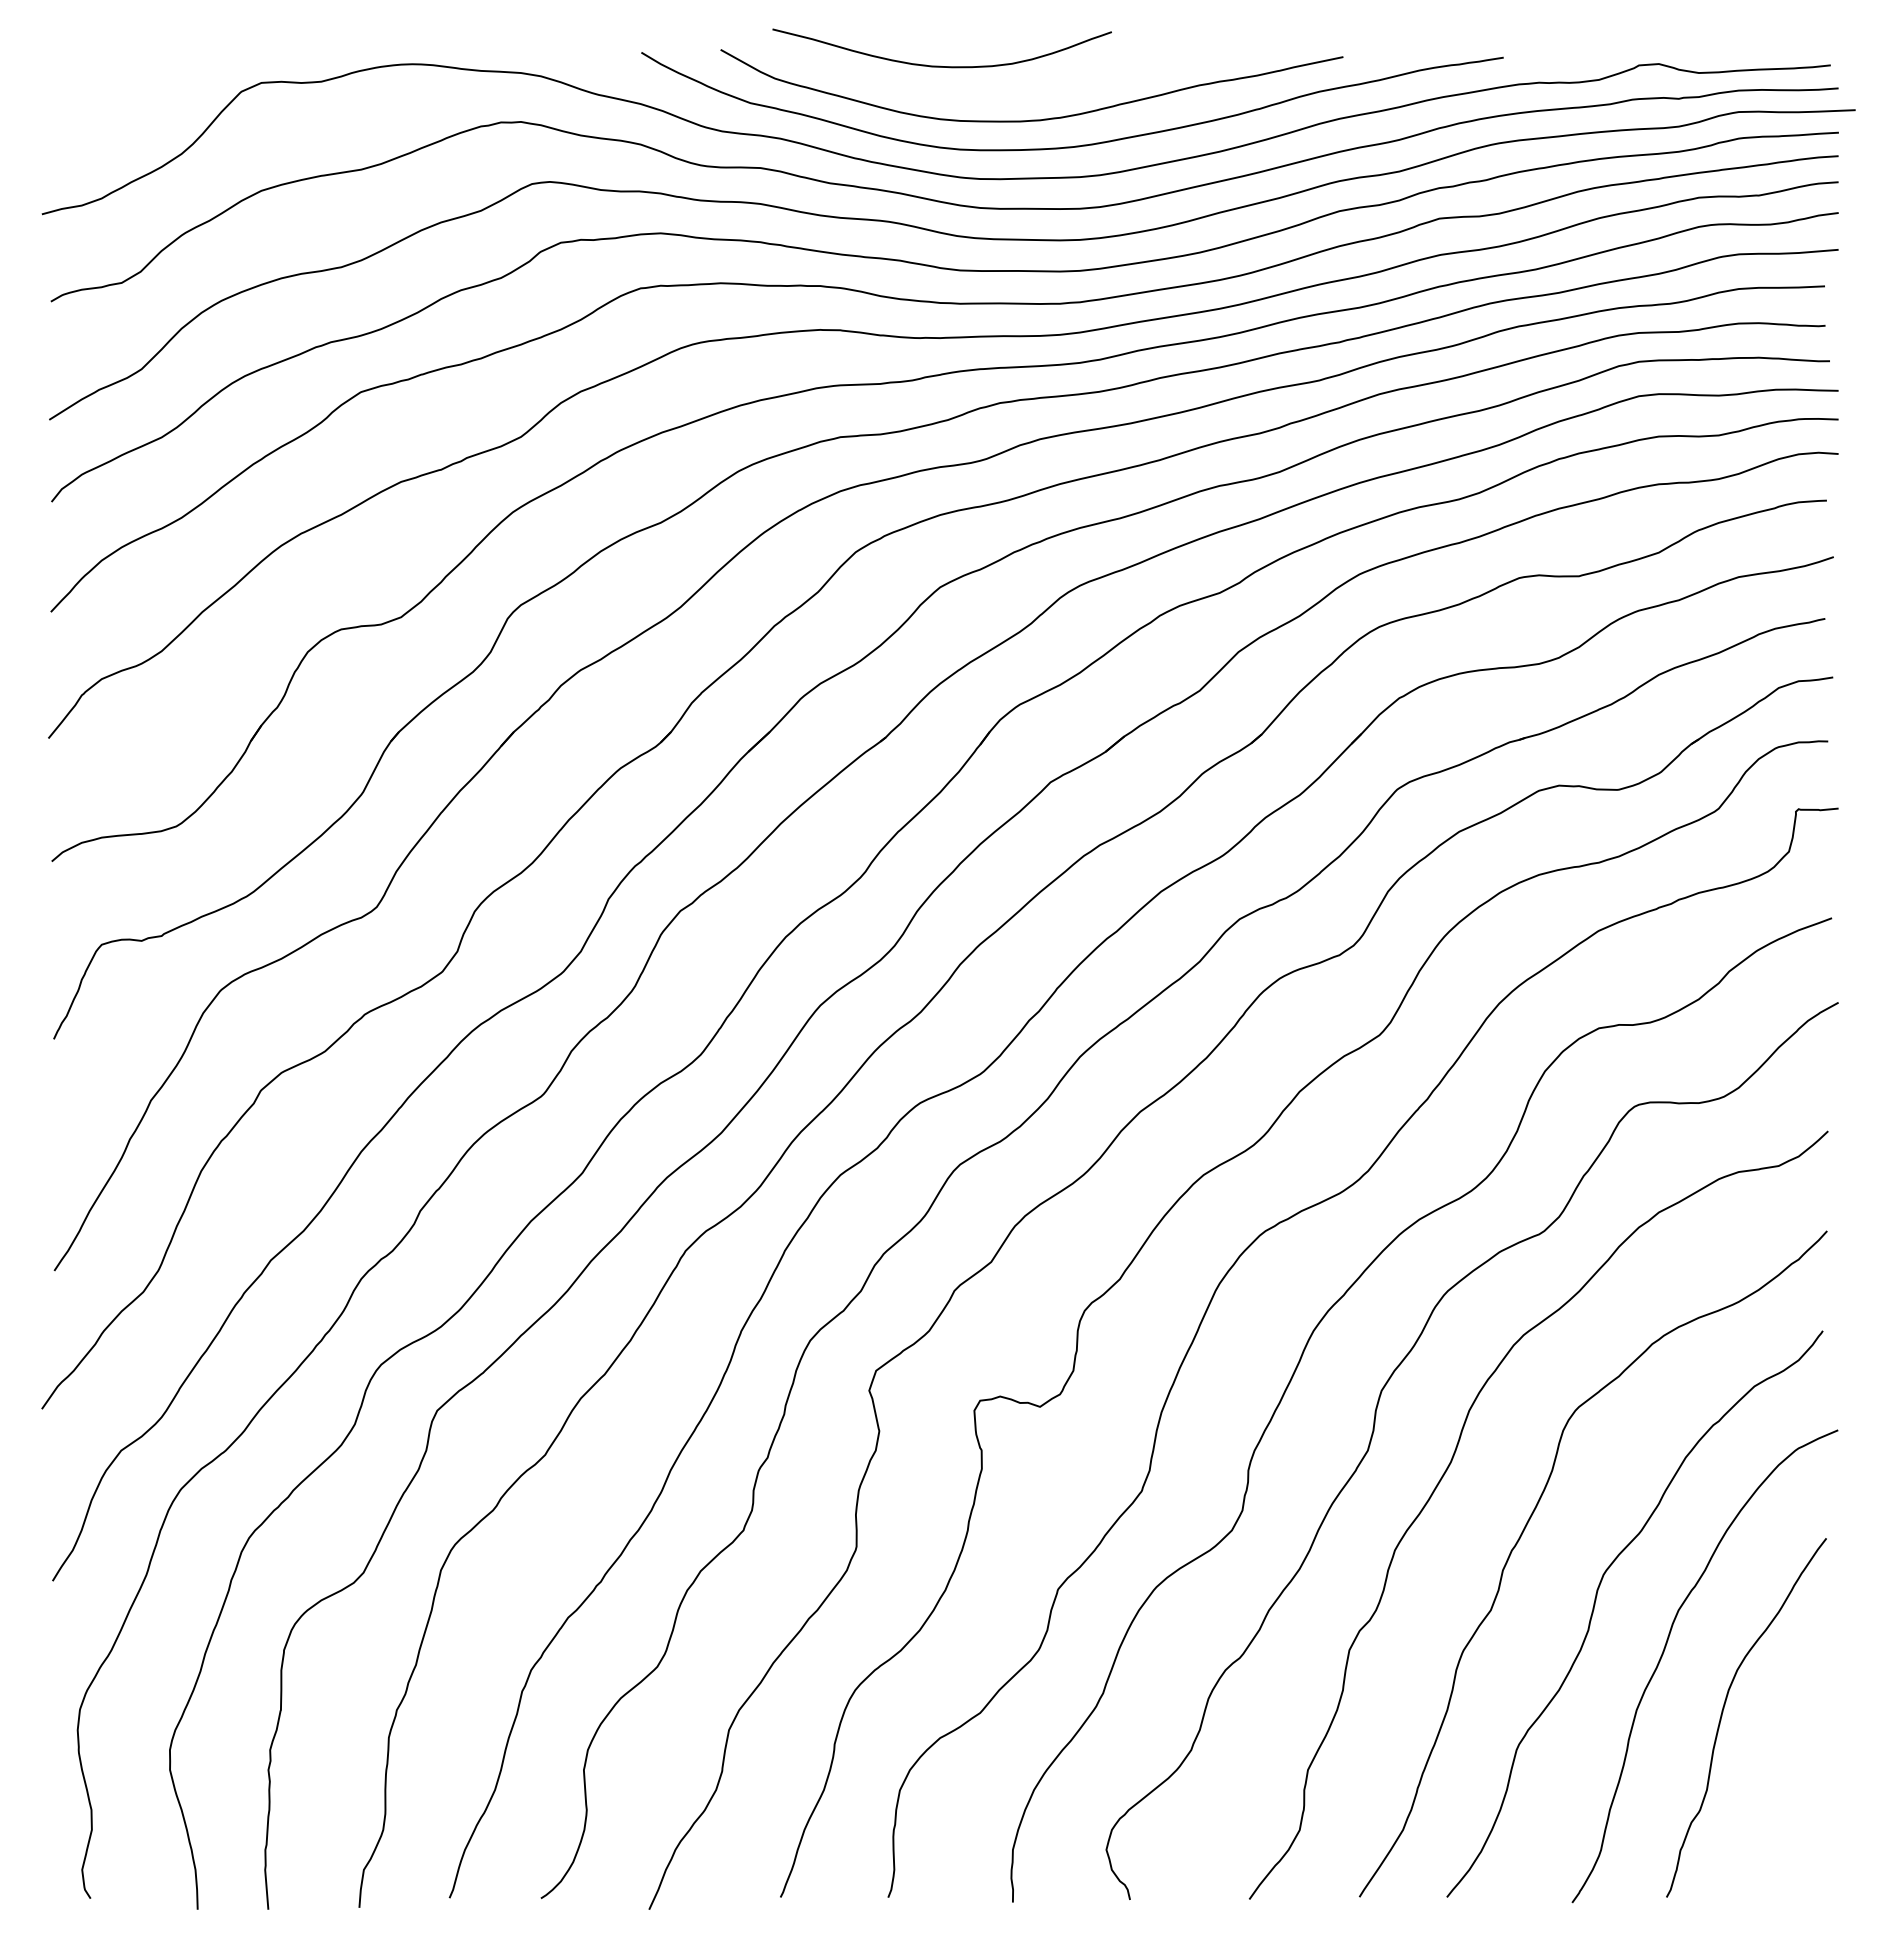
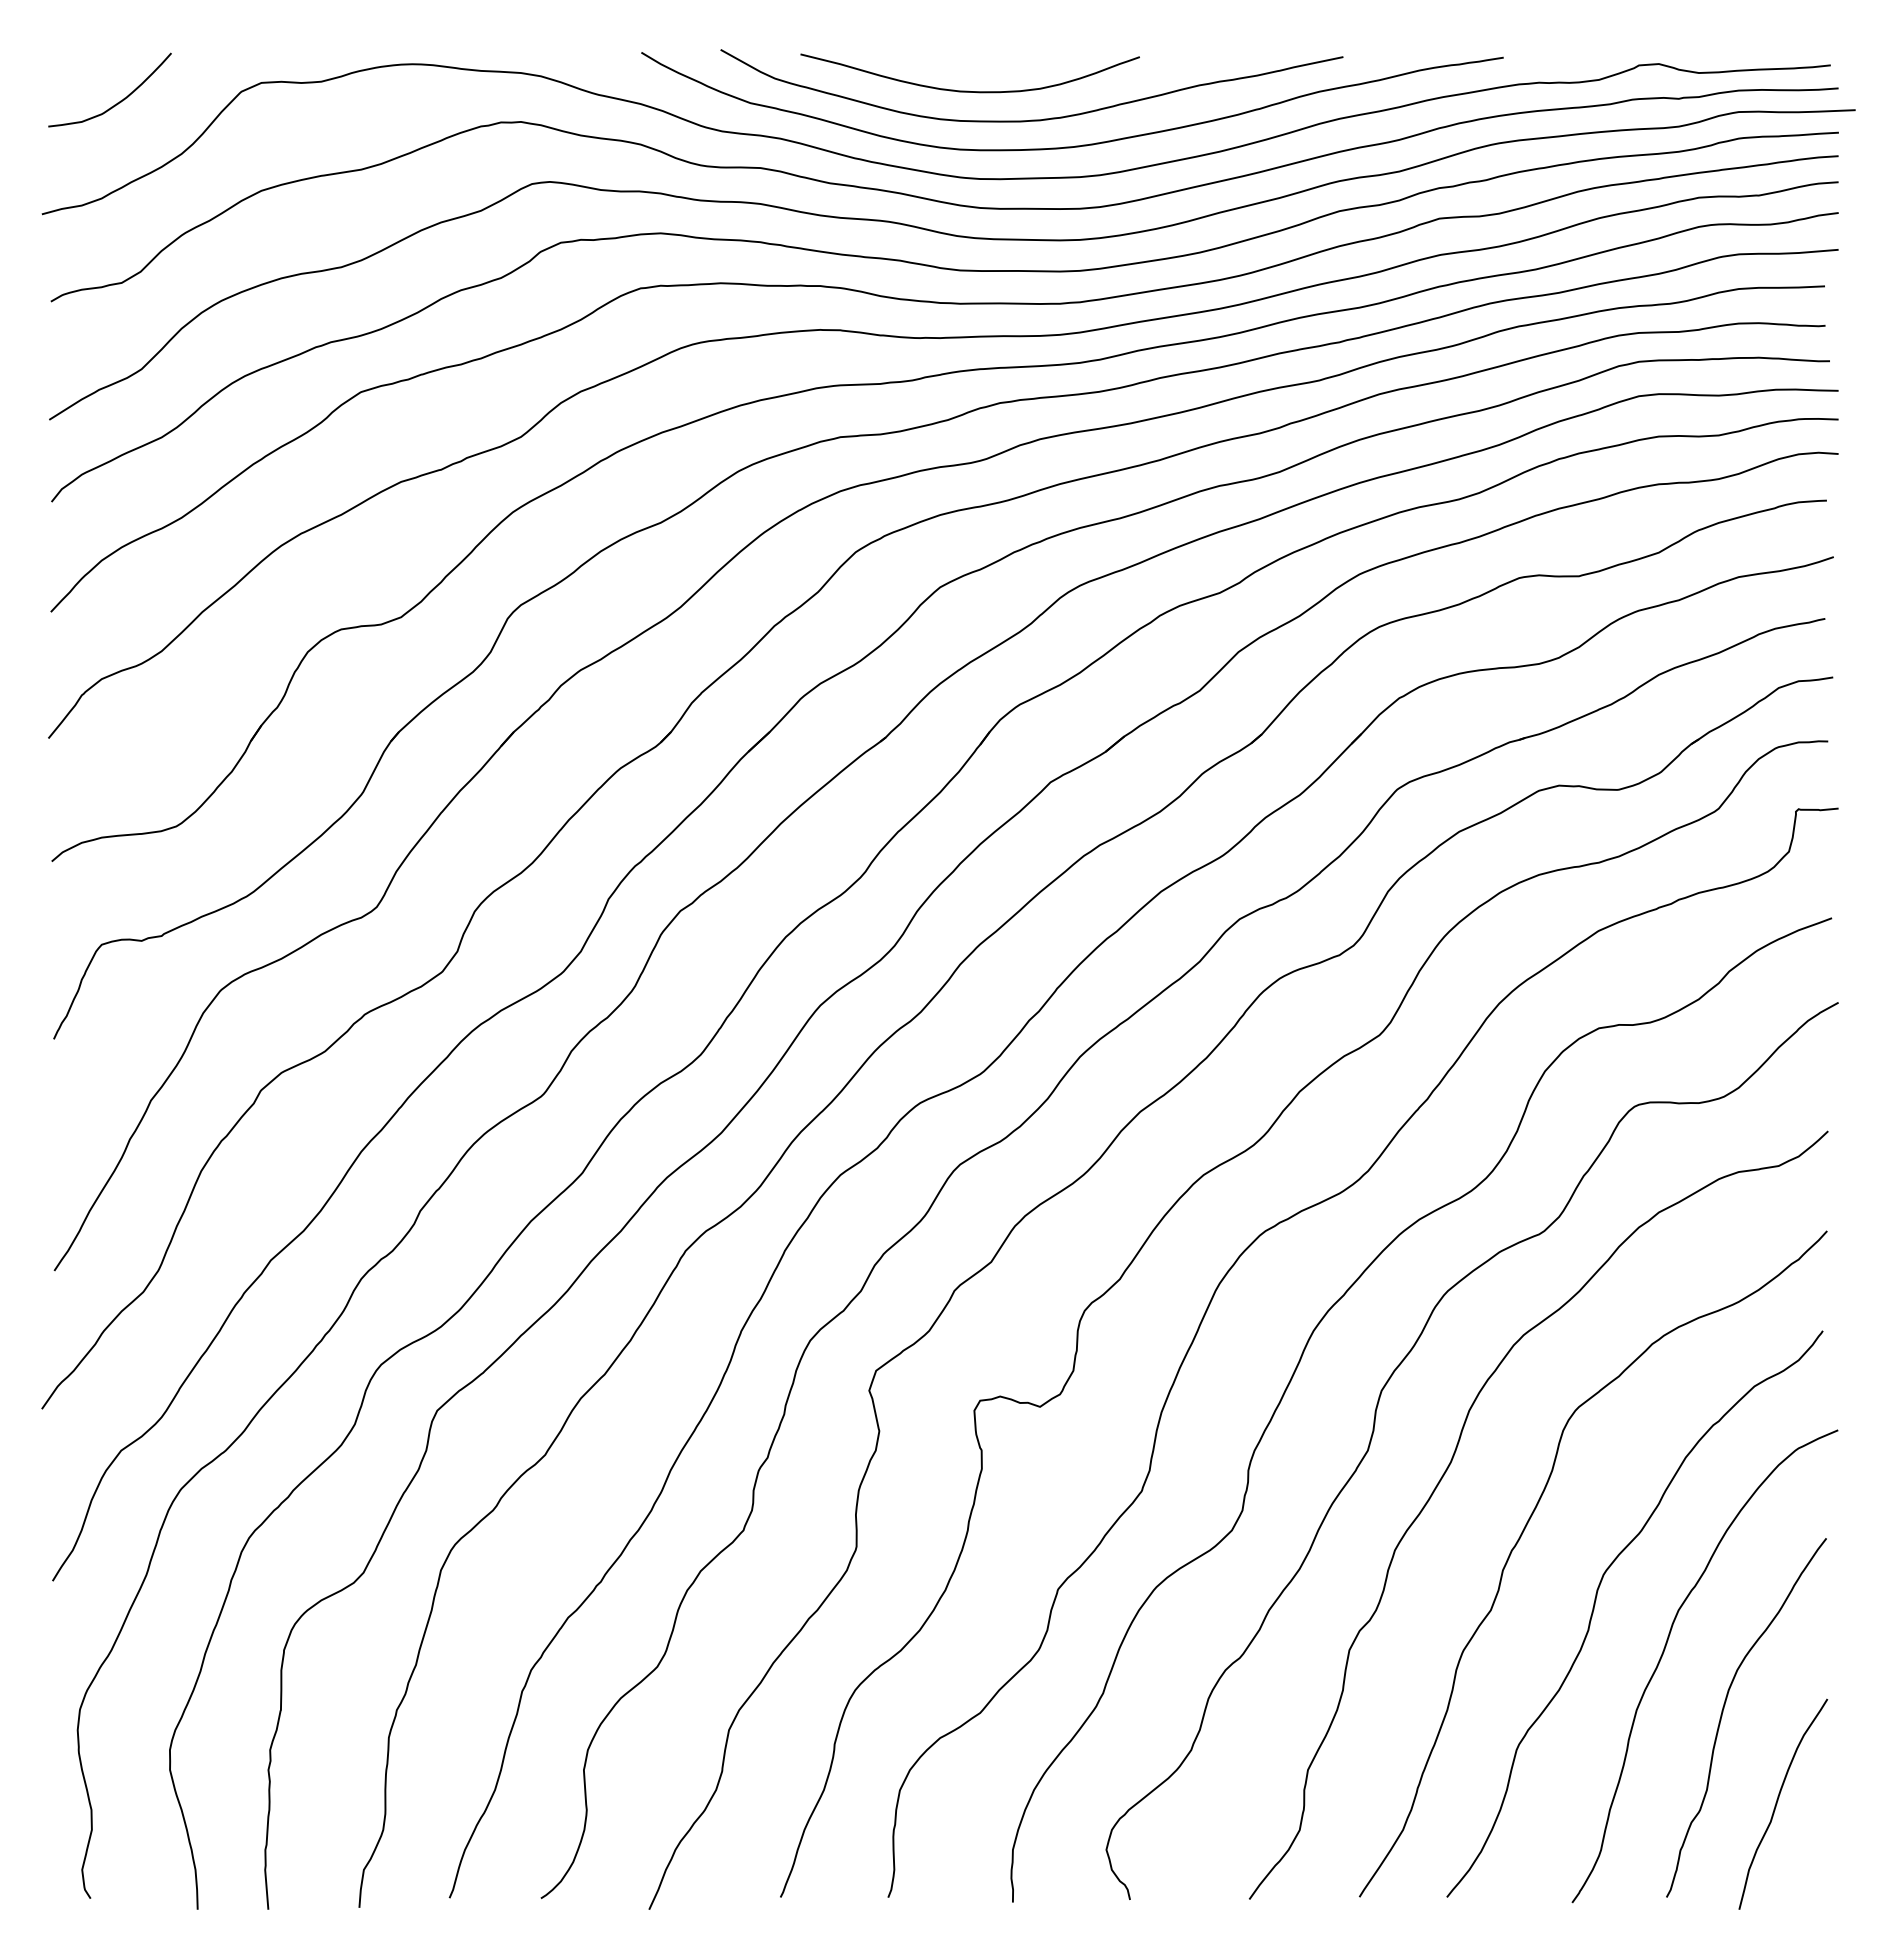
curve at (940, 65) position: (940, 65) -> (968, 90)
curve at (117, 102): none -> present
curve at (1778, 1800): none -> present
